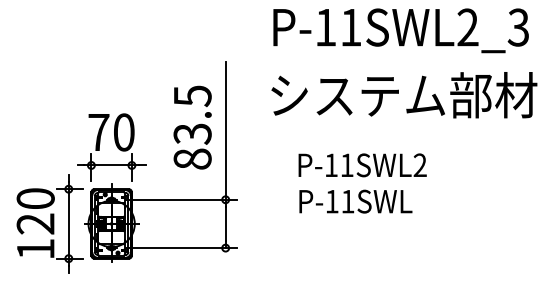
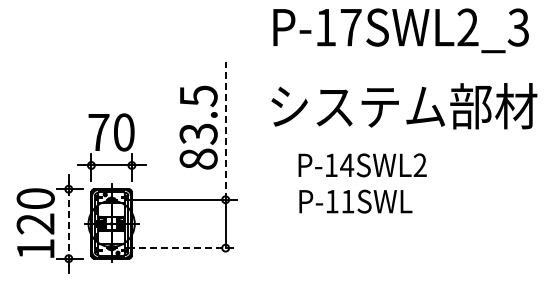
text at (350, 27): P-11SWL2_3 -> P-17SWL2_3
text at (404, 95) position: (404, 95) -> (404, 106)
text at (192, 127) position: (192, 127) -> (198, 127)
line at (225, 131): solid -> dashed
text at (347, 164): P-11SWL2 -> P-14SWL2
line at (68, 223): solid -> dashed
line at (183, 248): solid -> dashed
